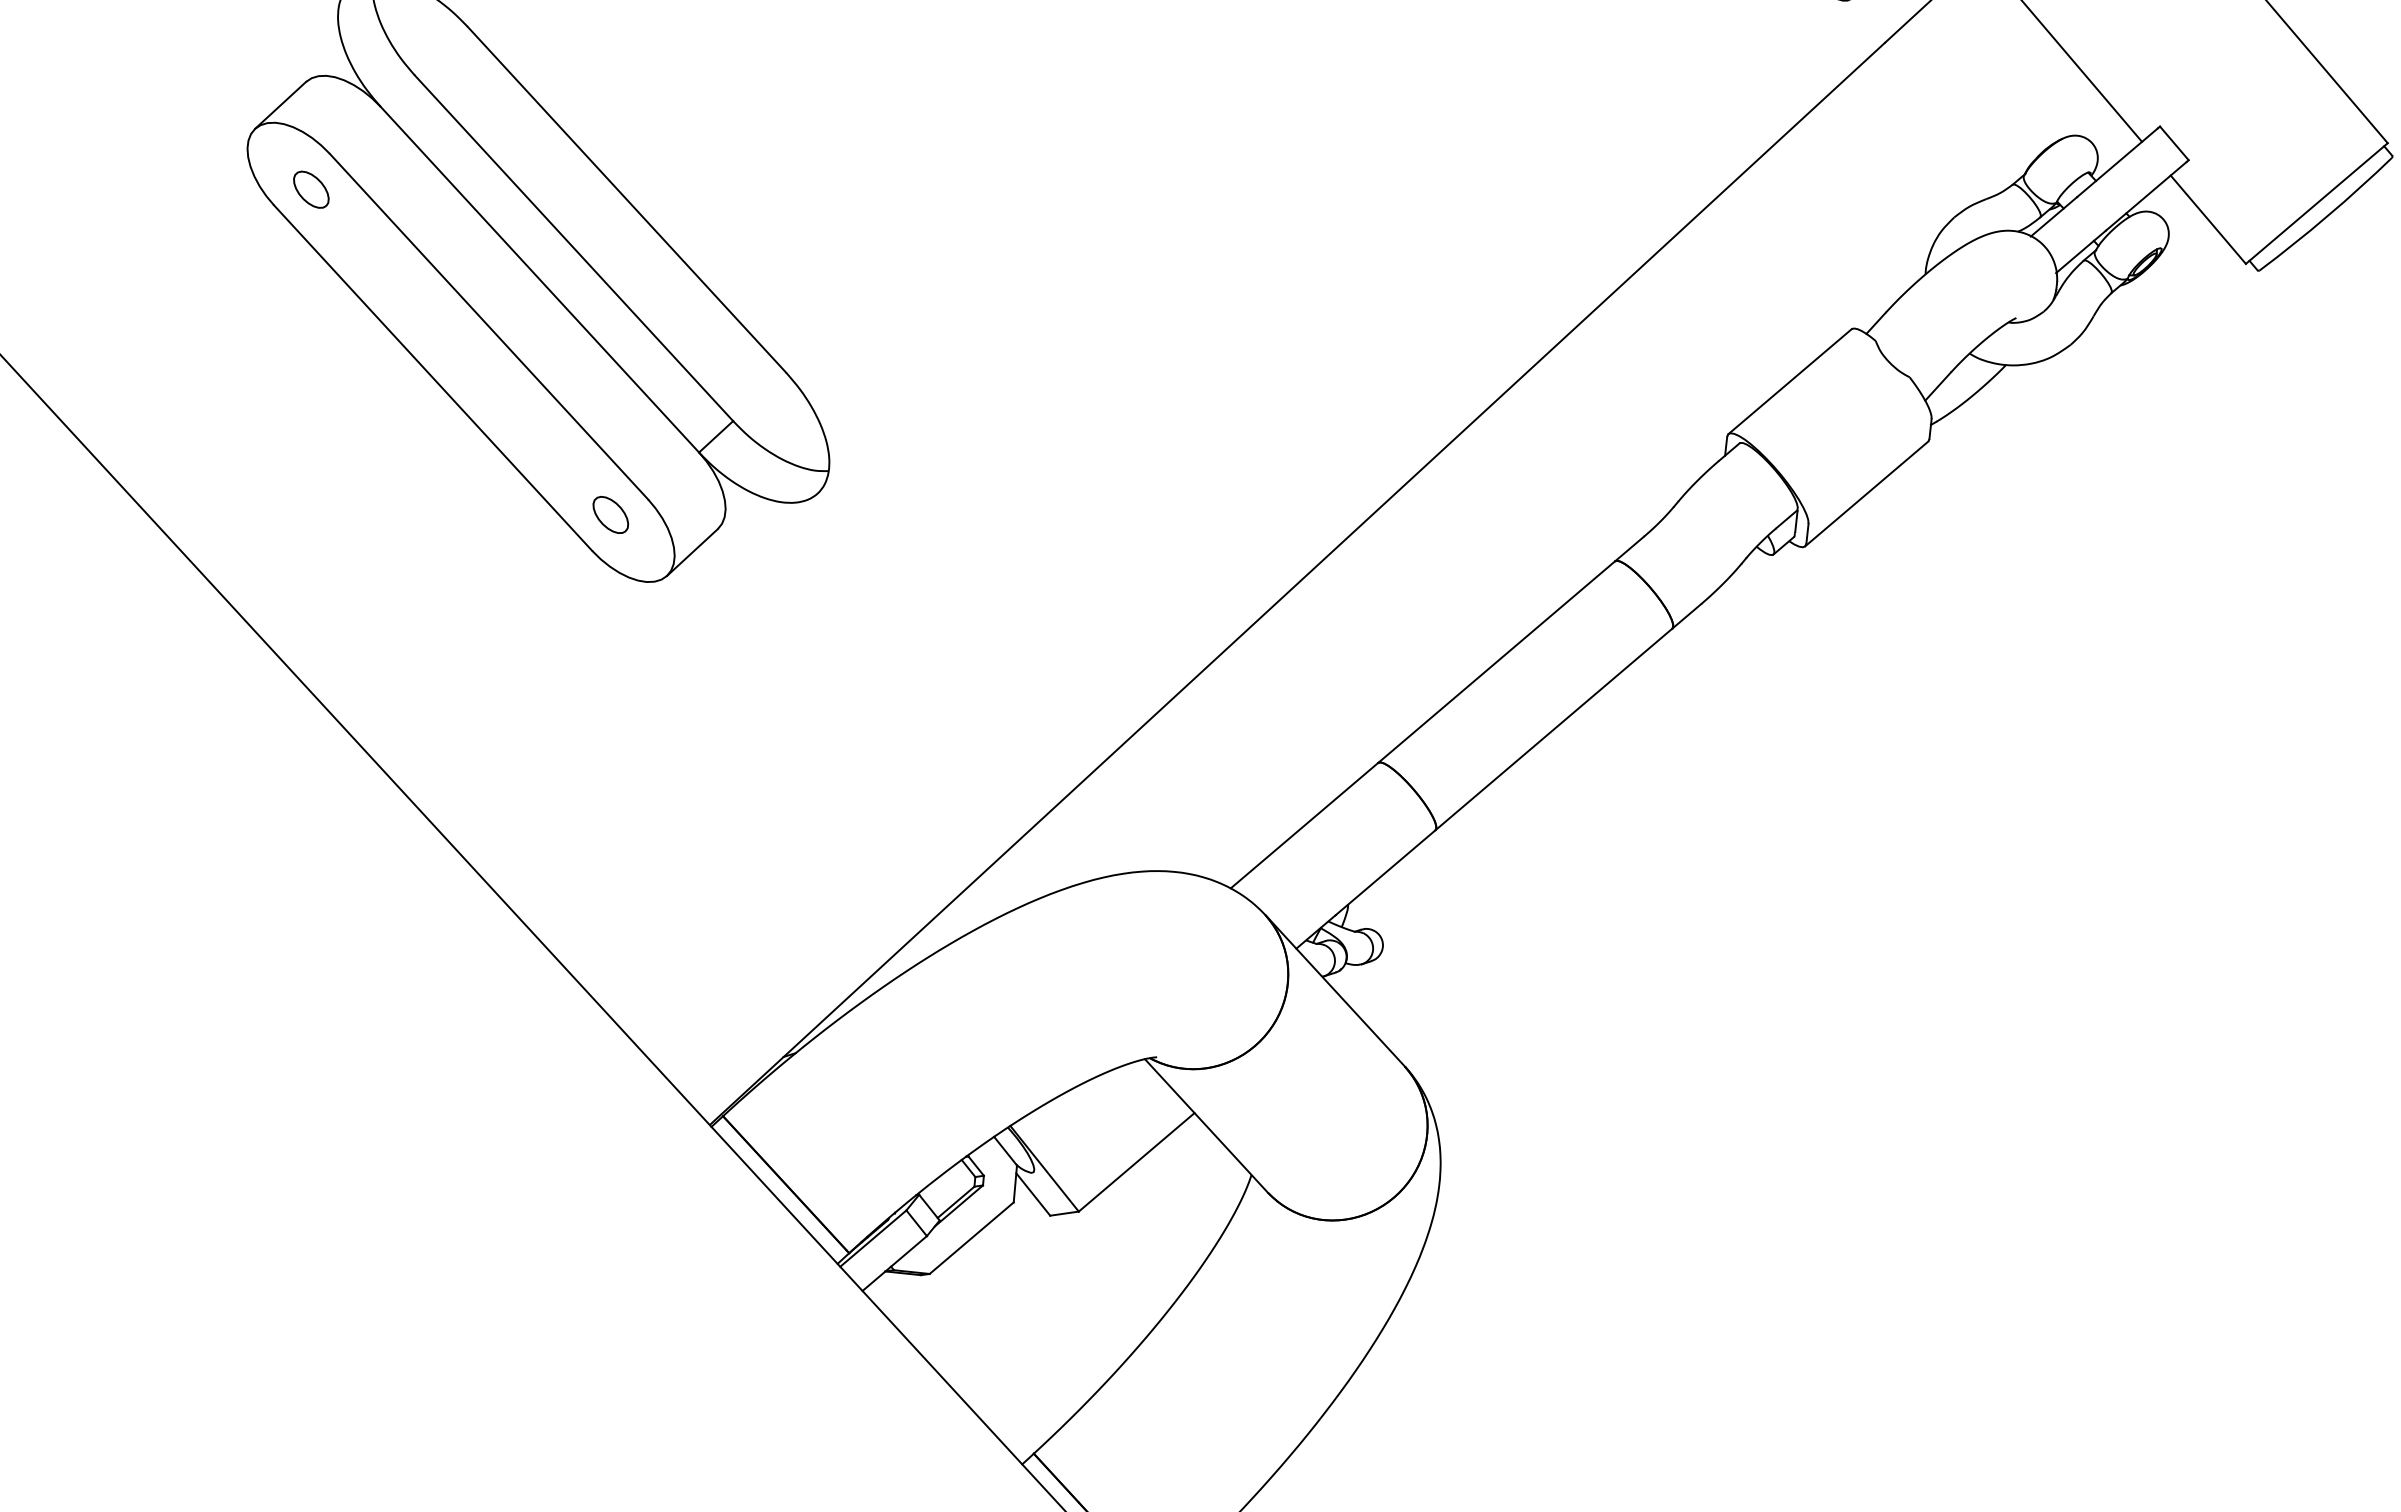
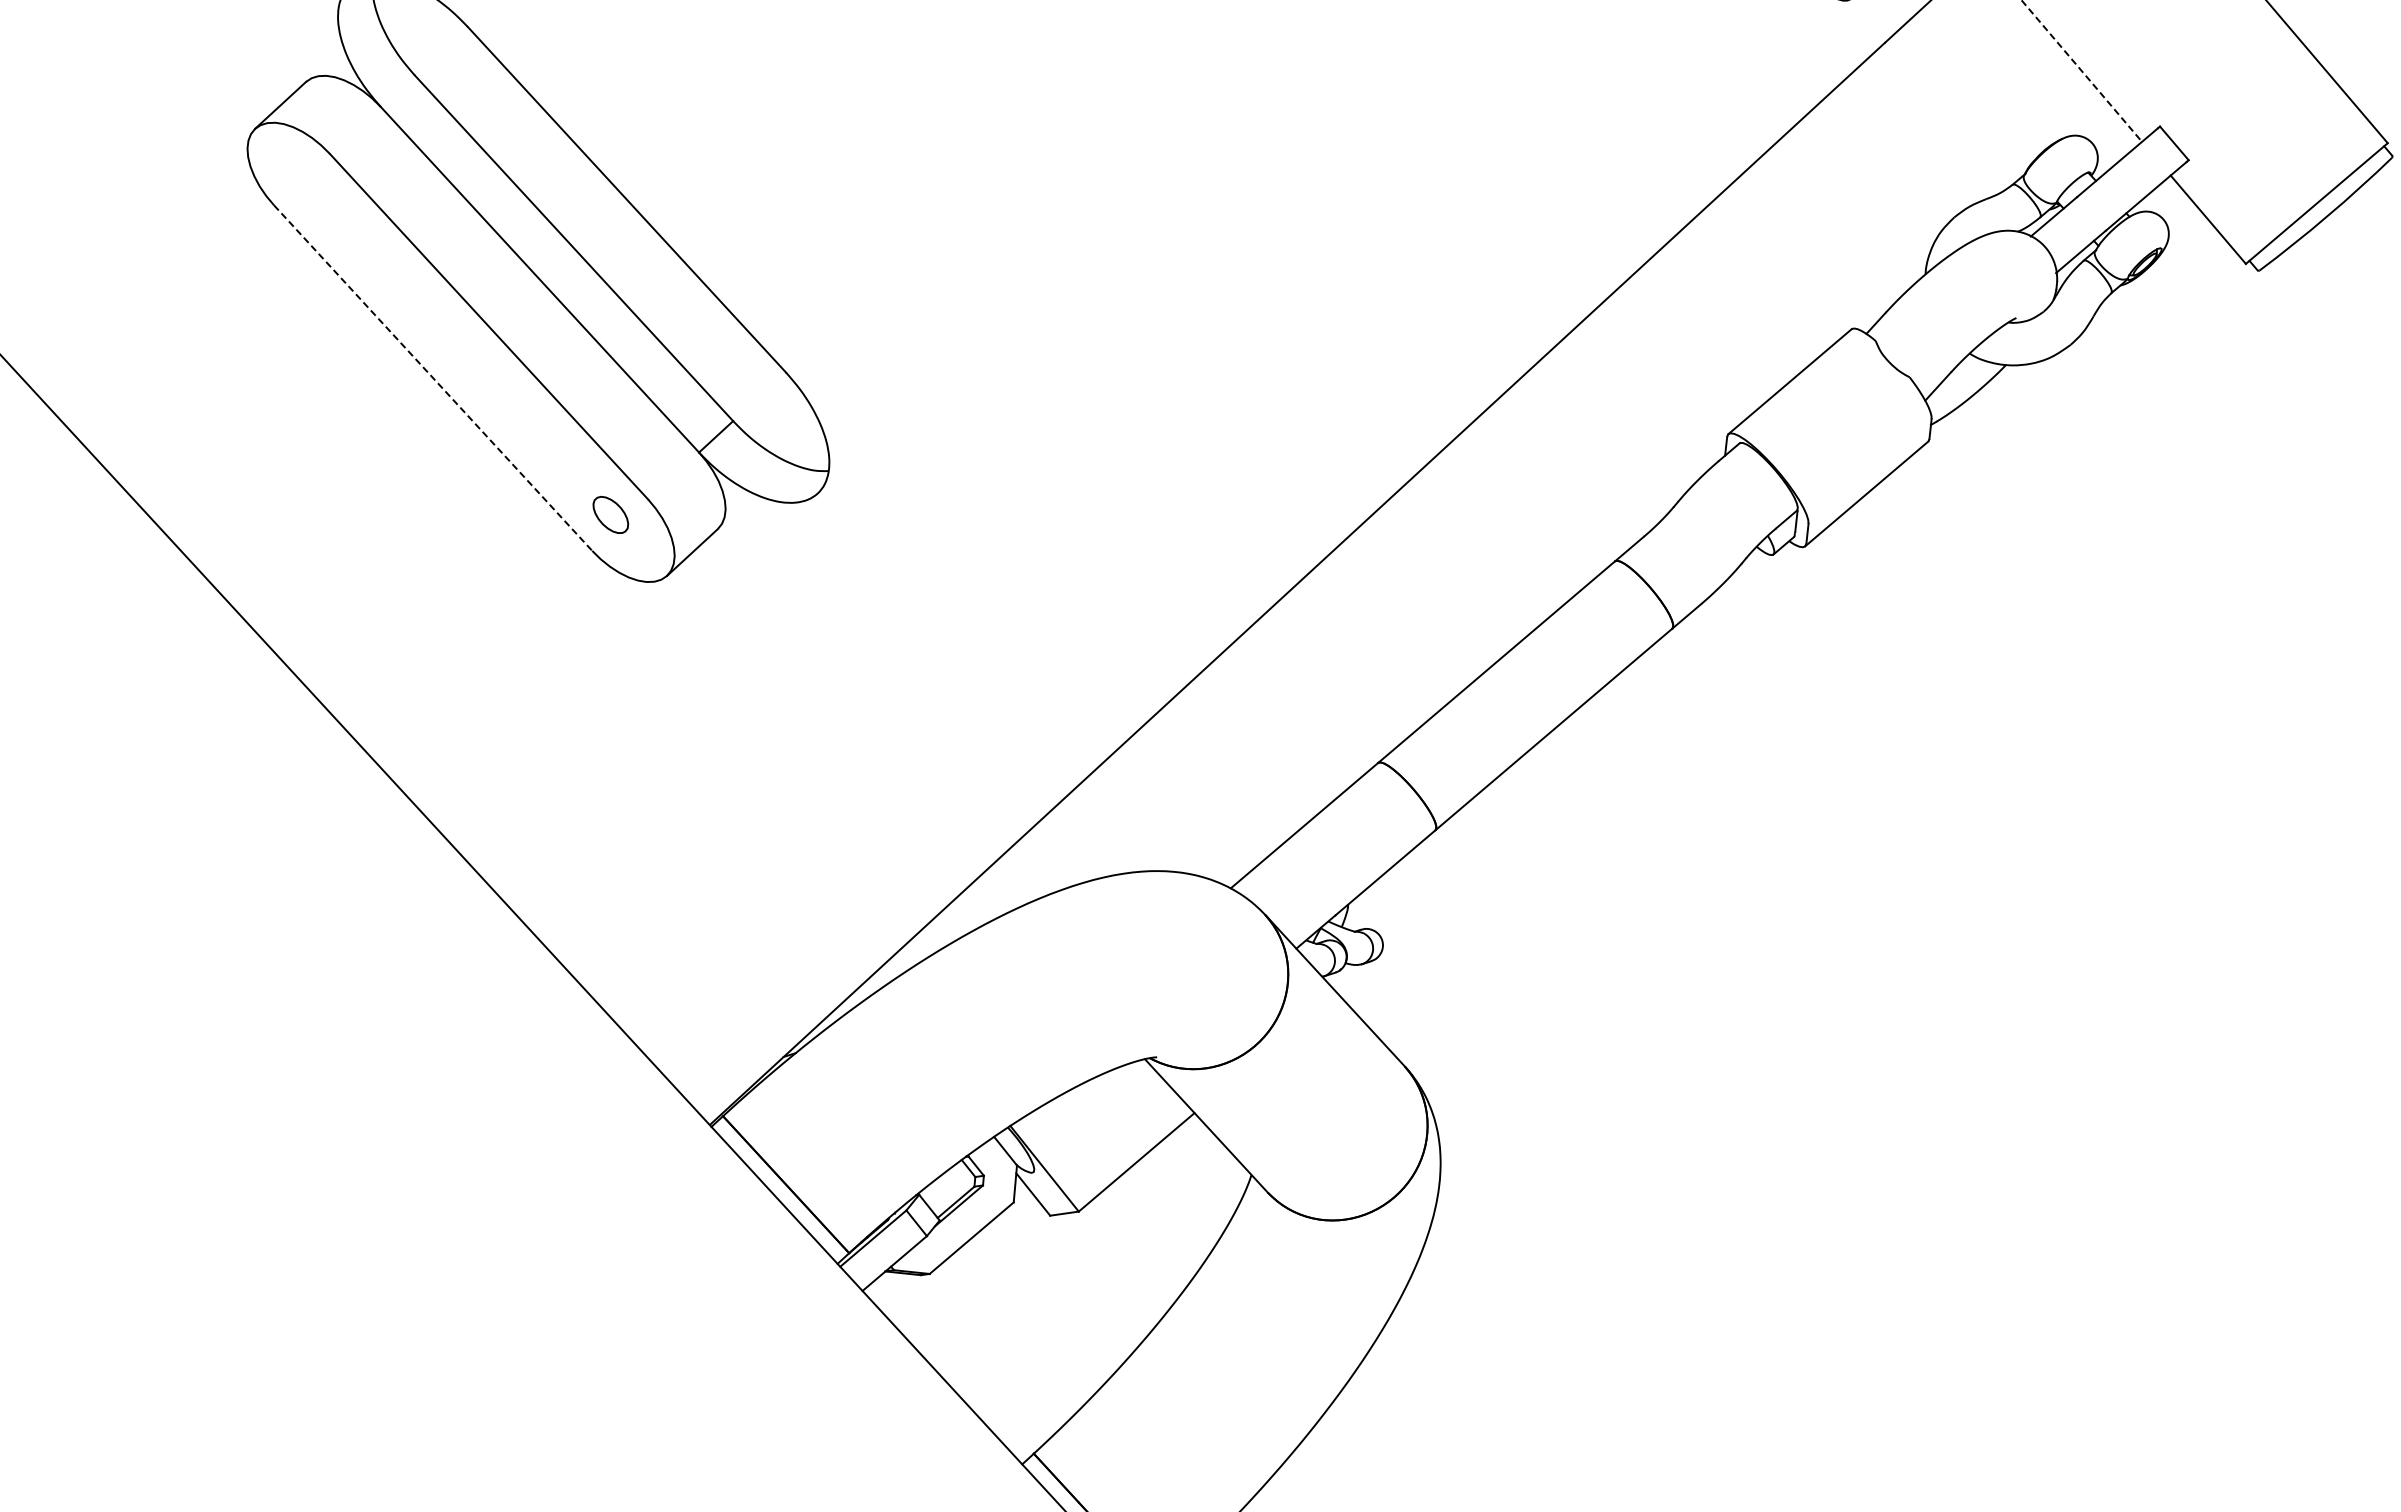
line at (2081, 71): solid -> dashed
part at (311, 189): present -> none
line at (433, 378): solid -> dashed
